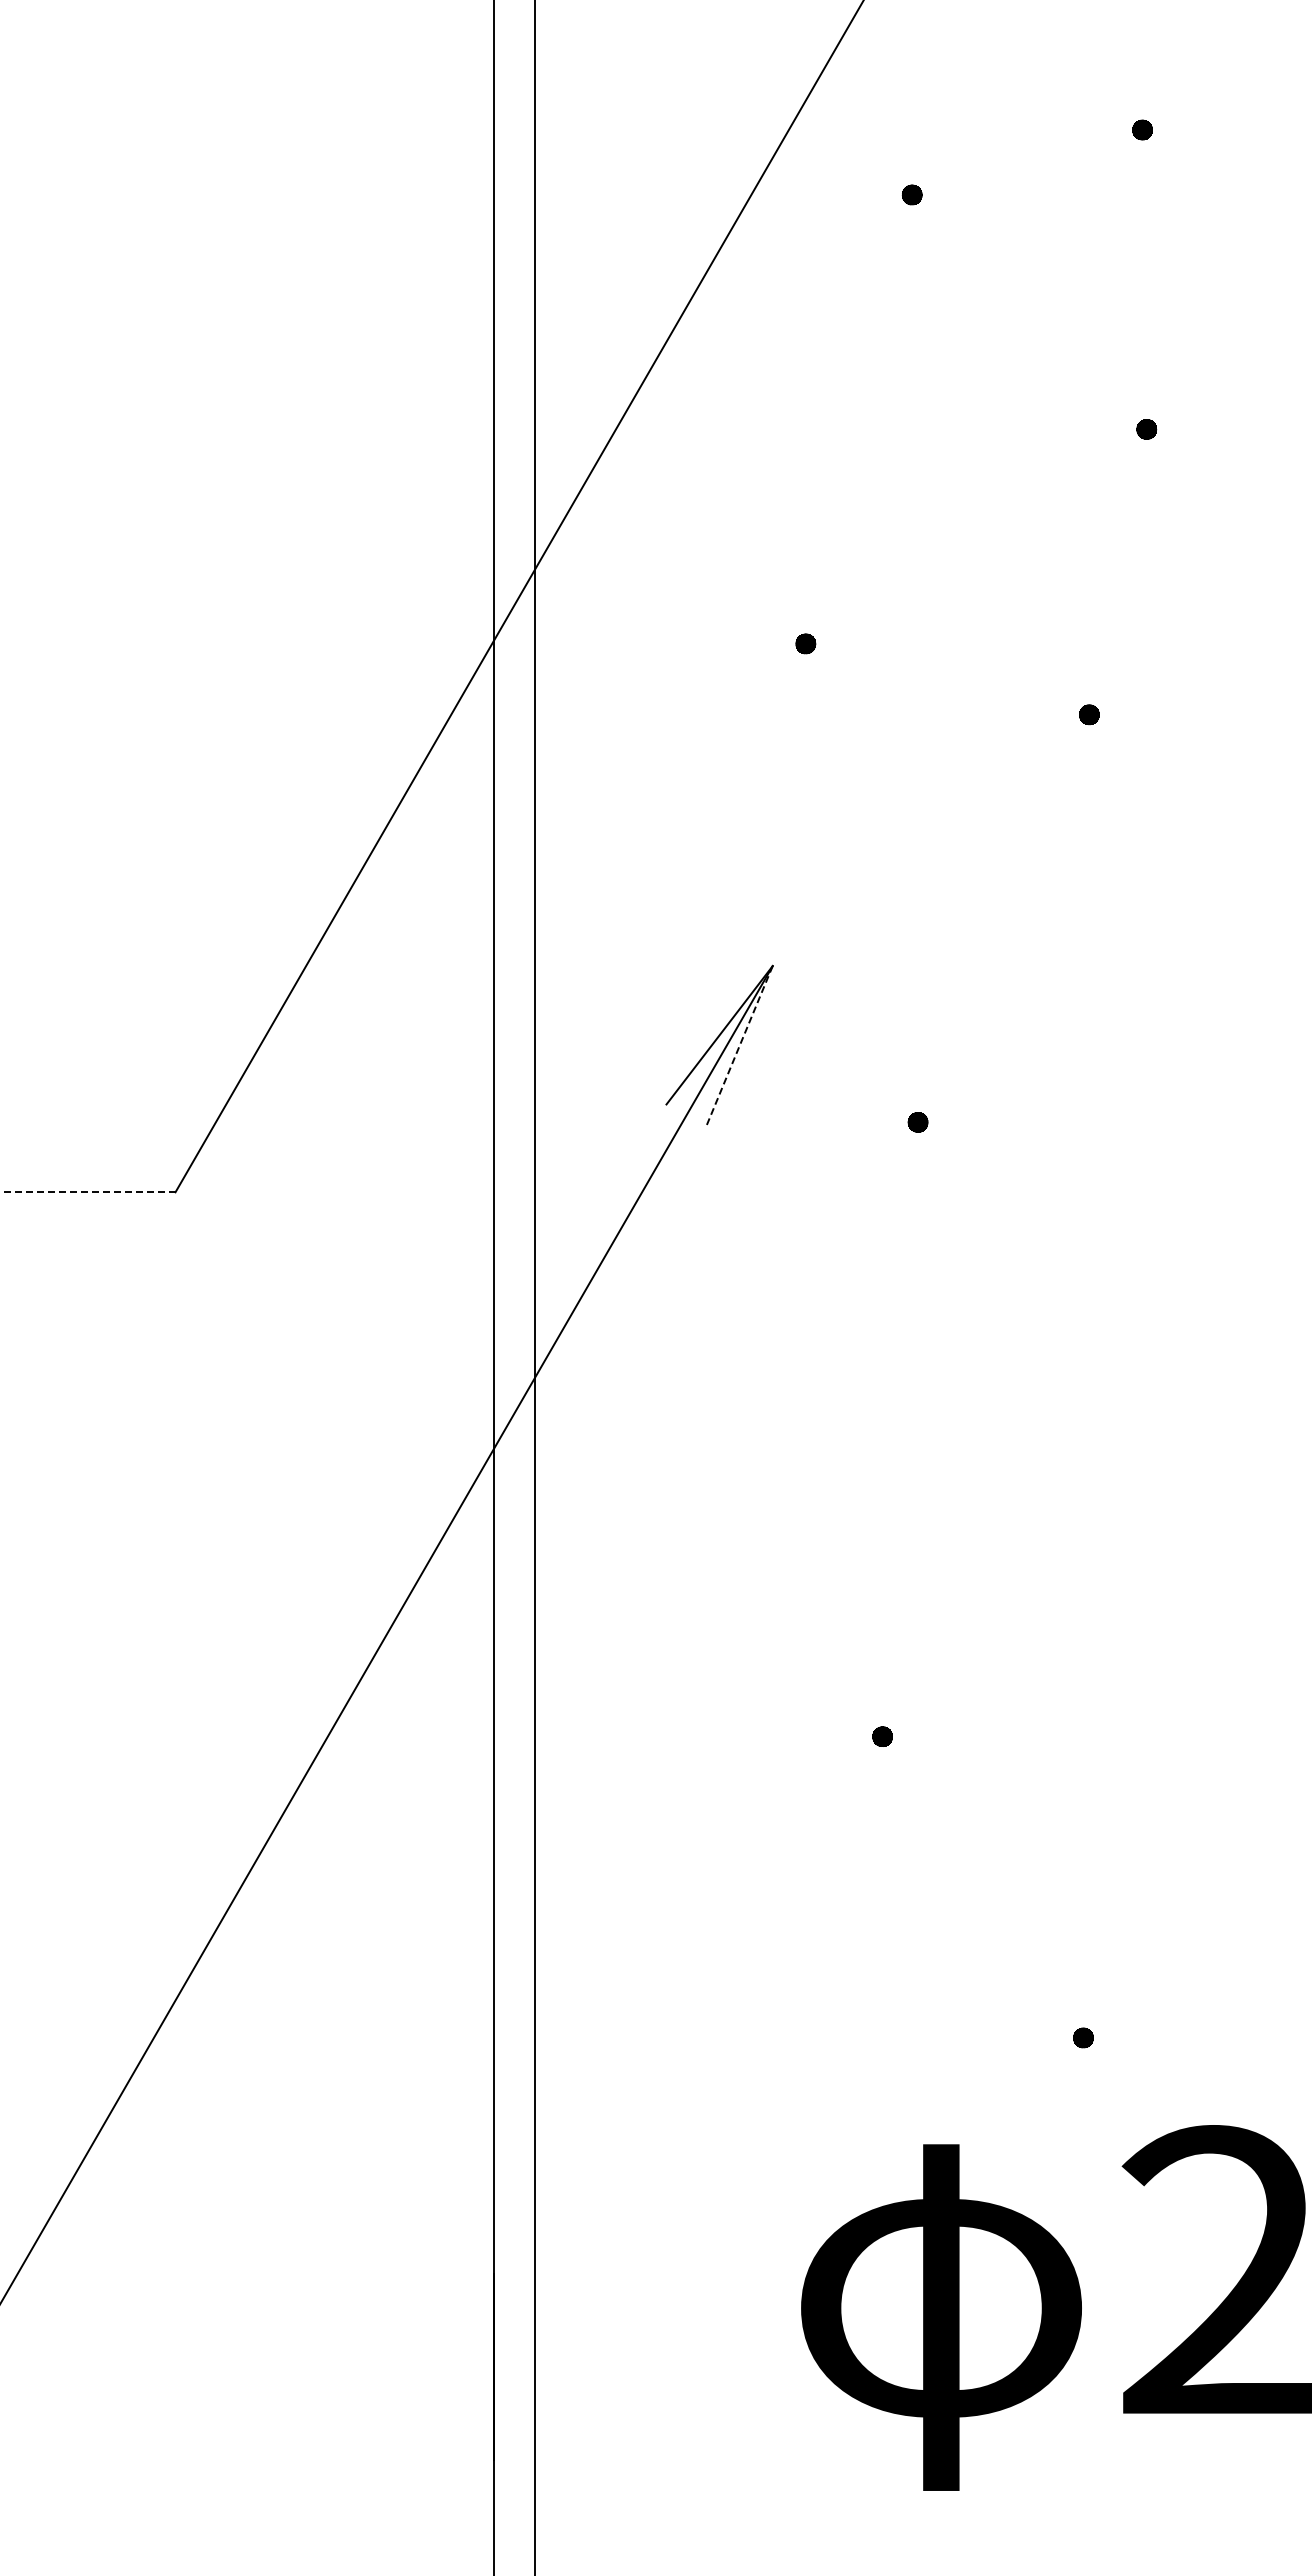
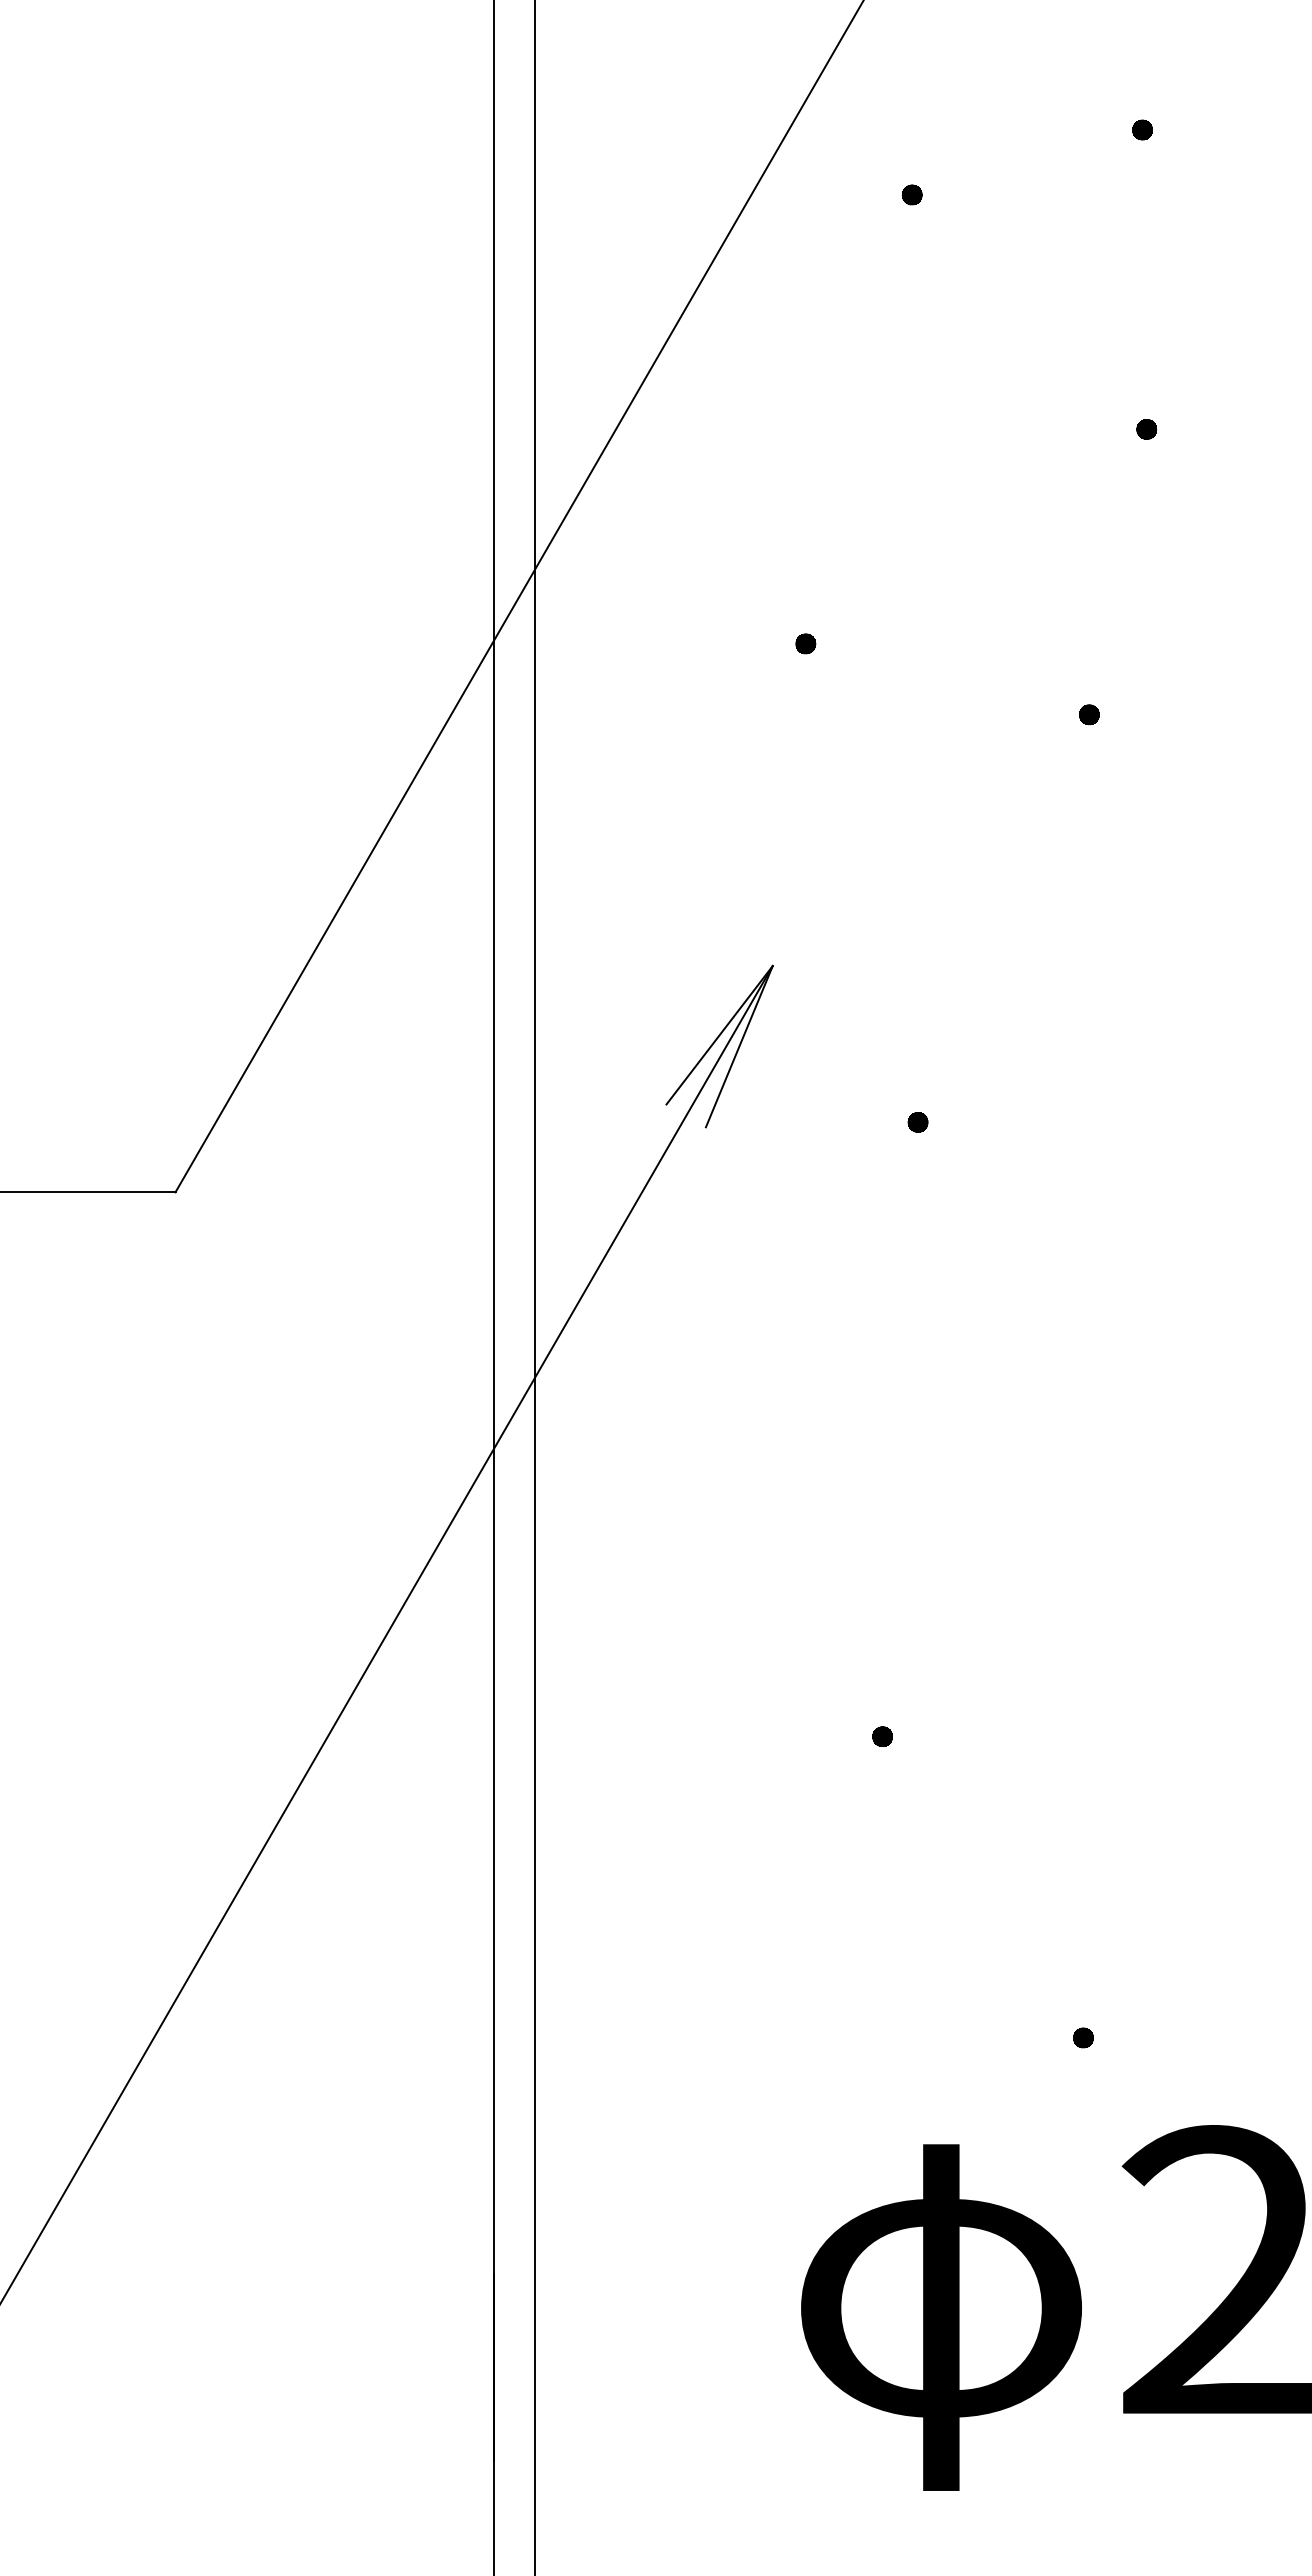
line at (739, 1047): dashed -> solid
line at (88, 1192): dashed -> solid
